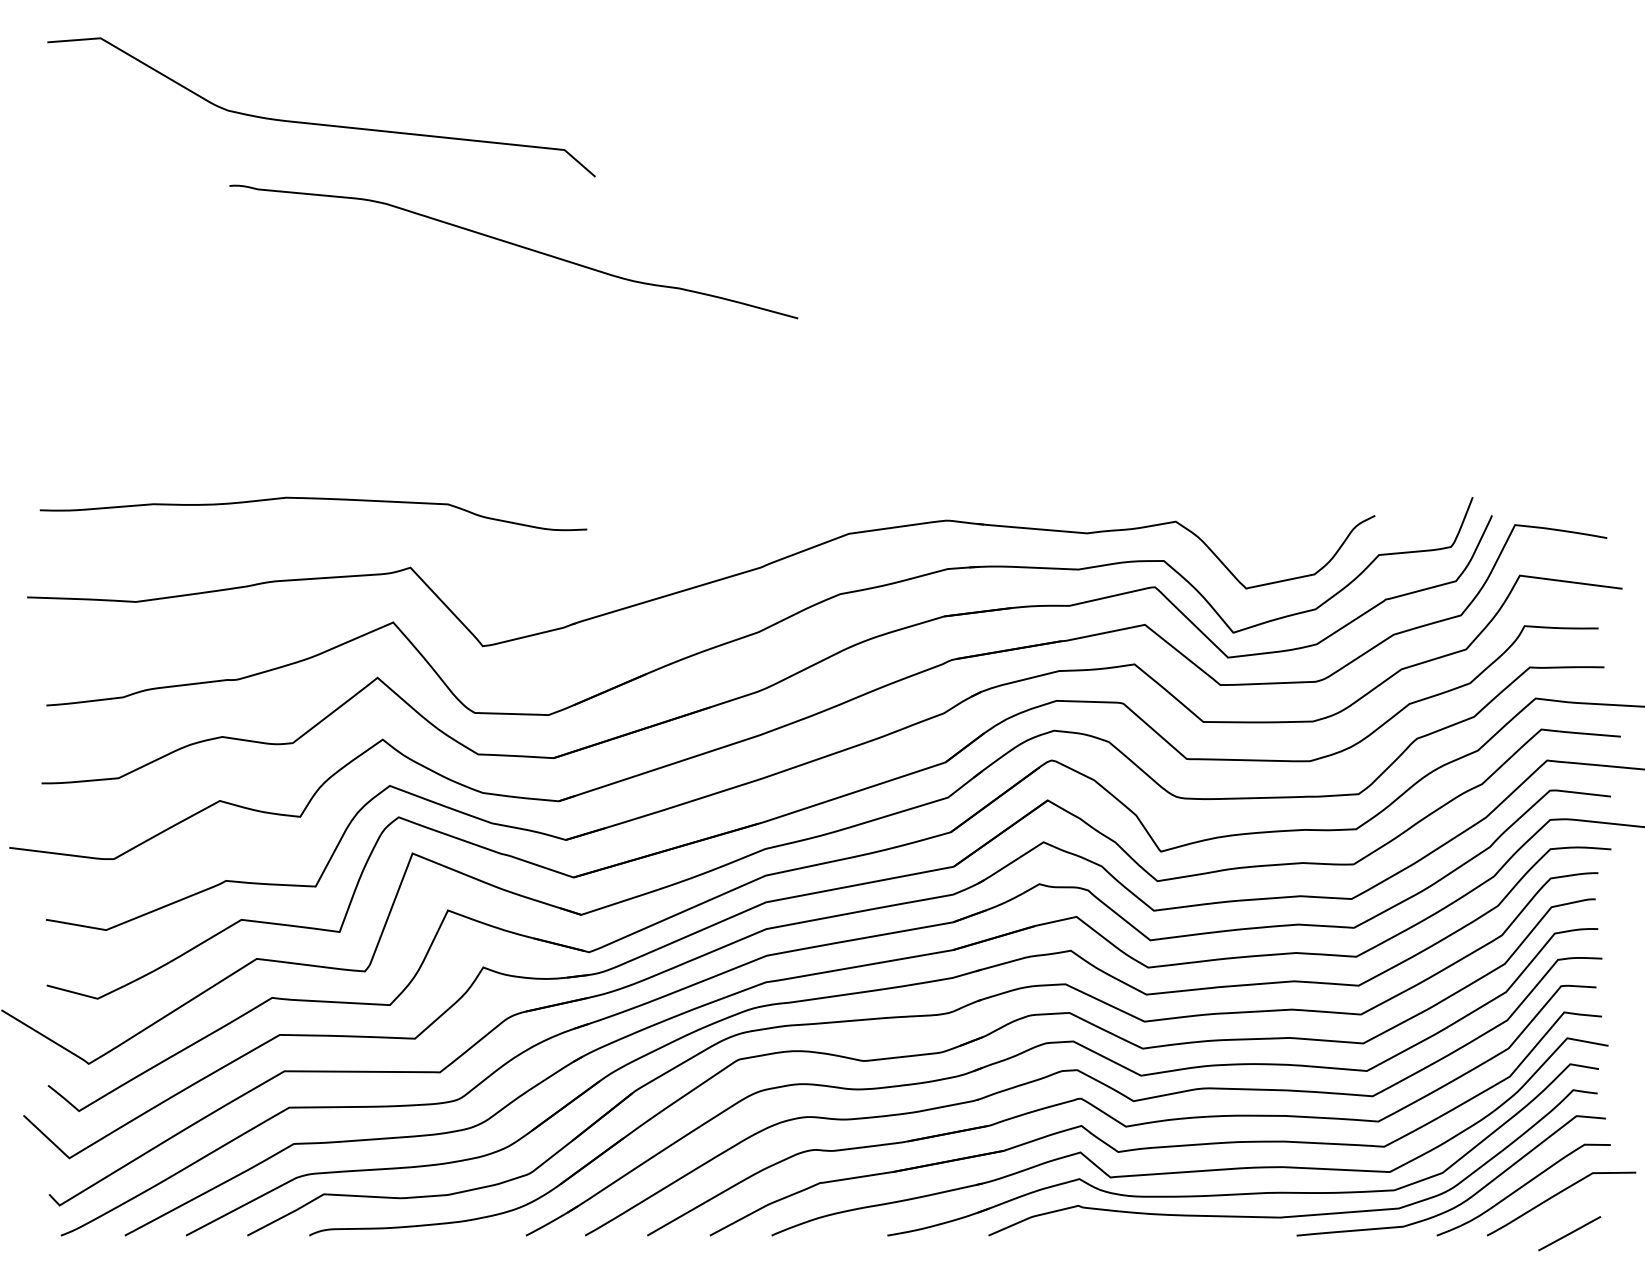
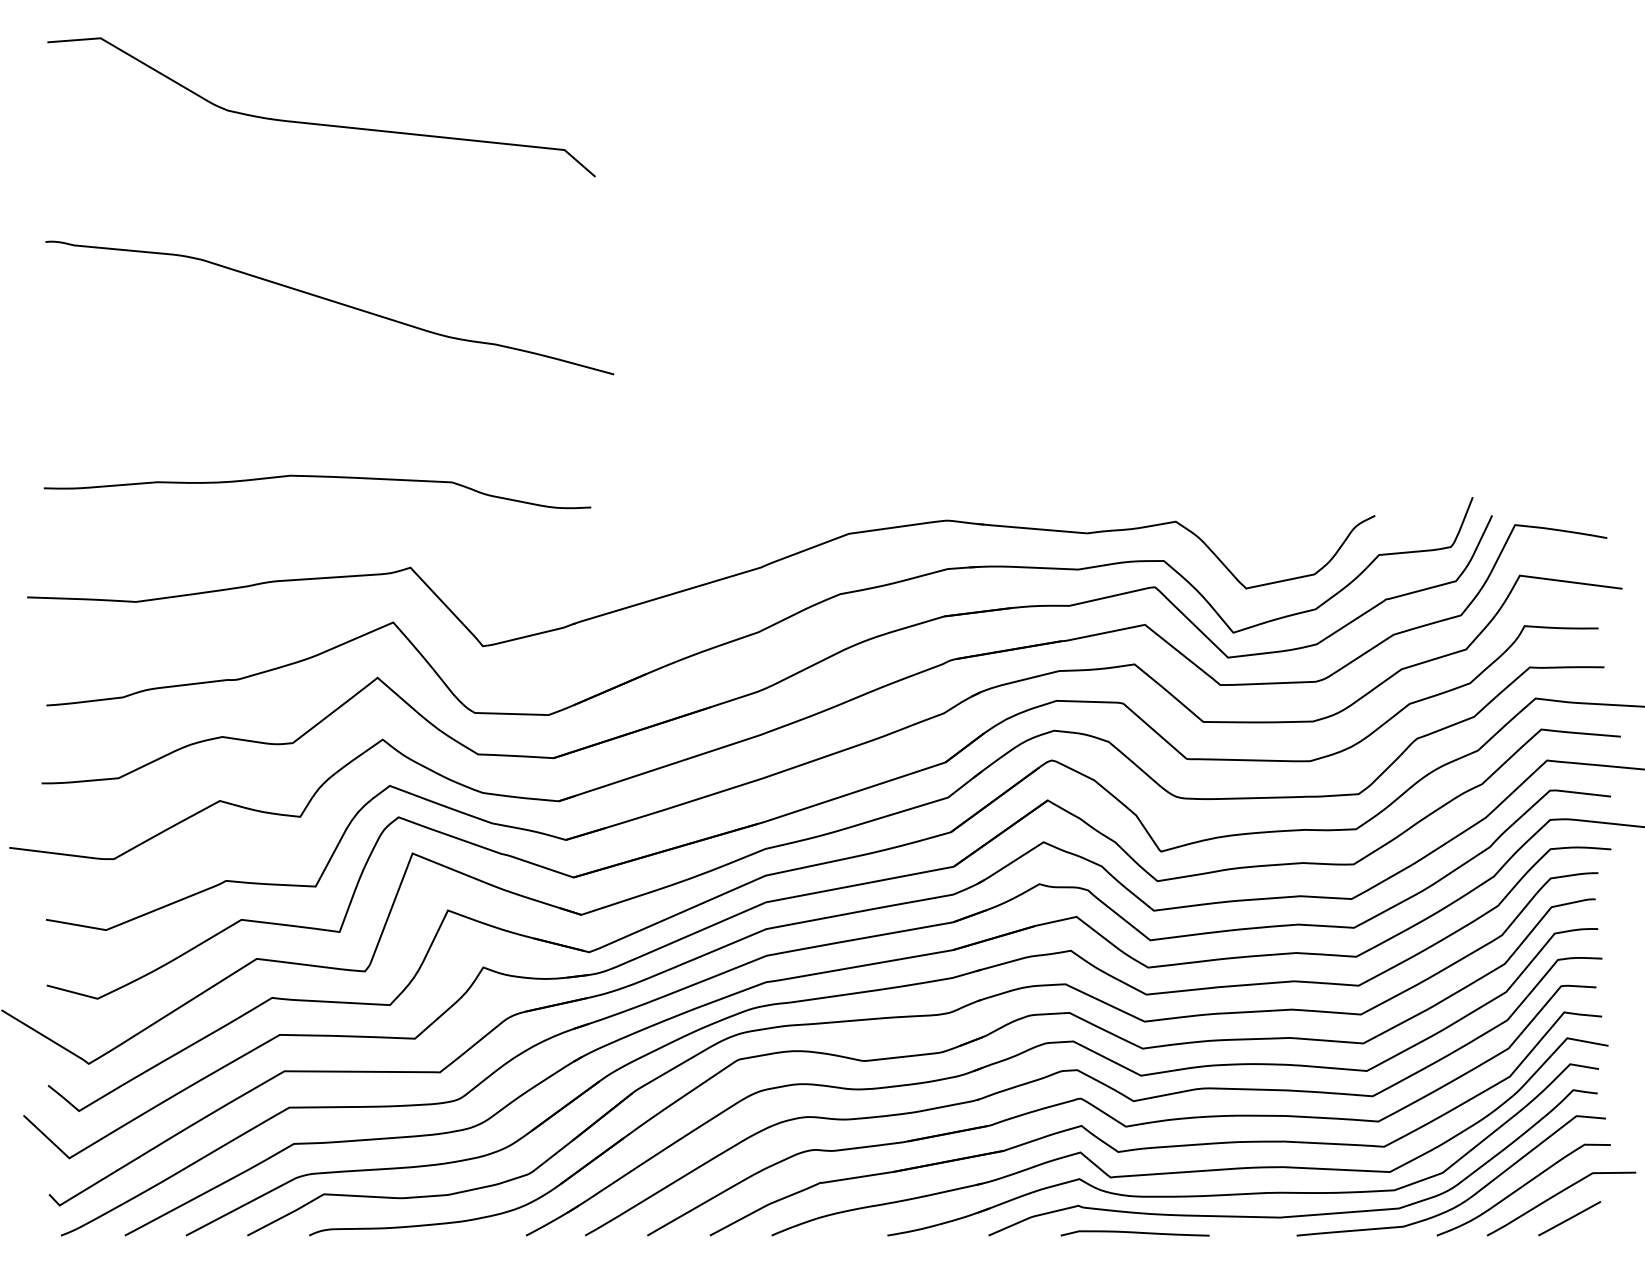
curve at (516, 246) position: (516, 246) -> (332, 302)
curve at (313, 499) position: (313, 499) -> (317, 477)
curve at (1134, 1233): none -> present
line at (1569, 1233) position: (1569, 1233) -> (1569, 1218)
